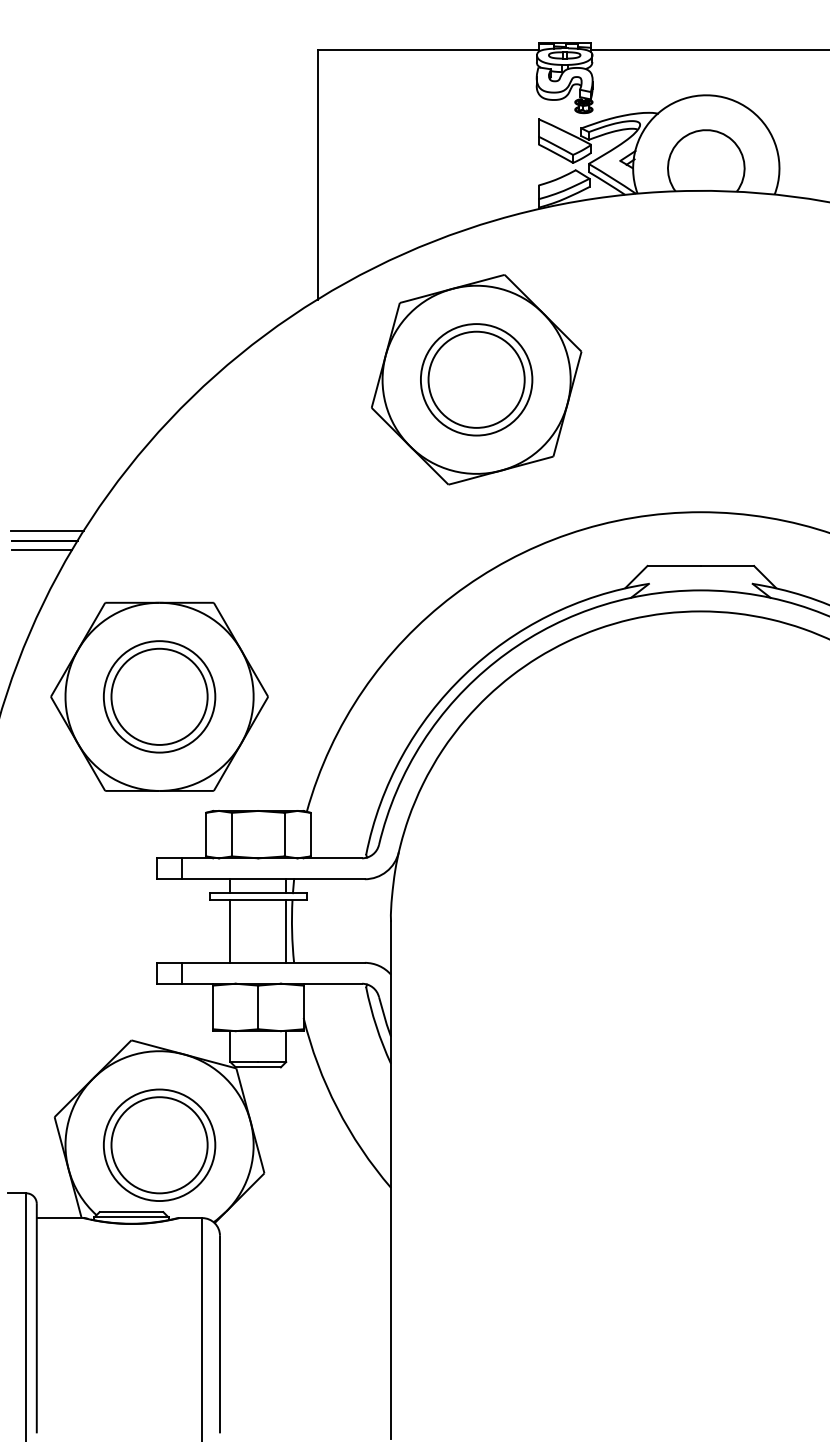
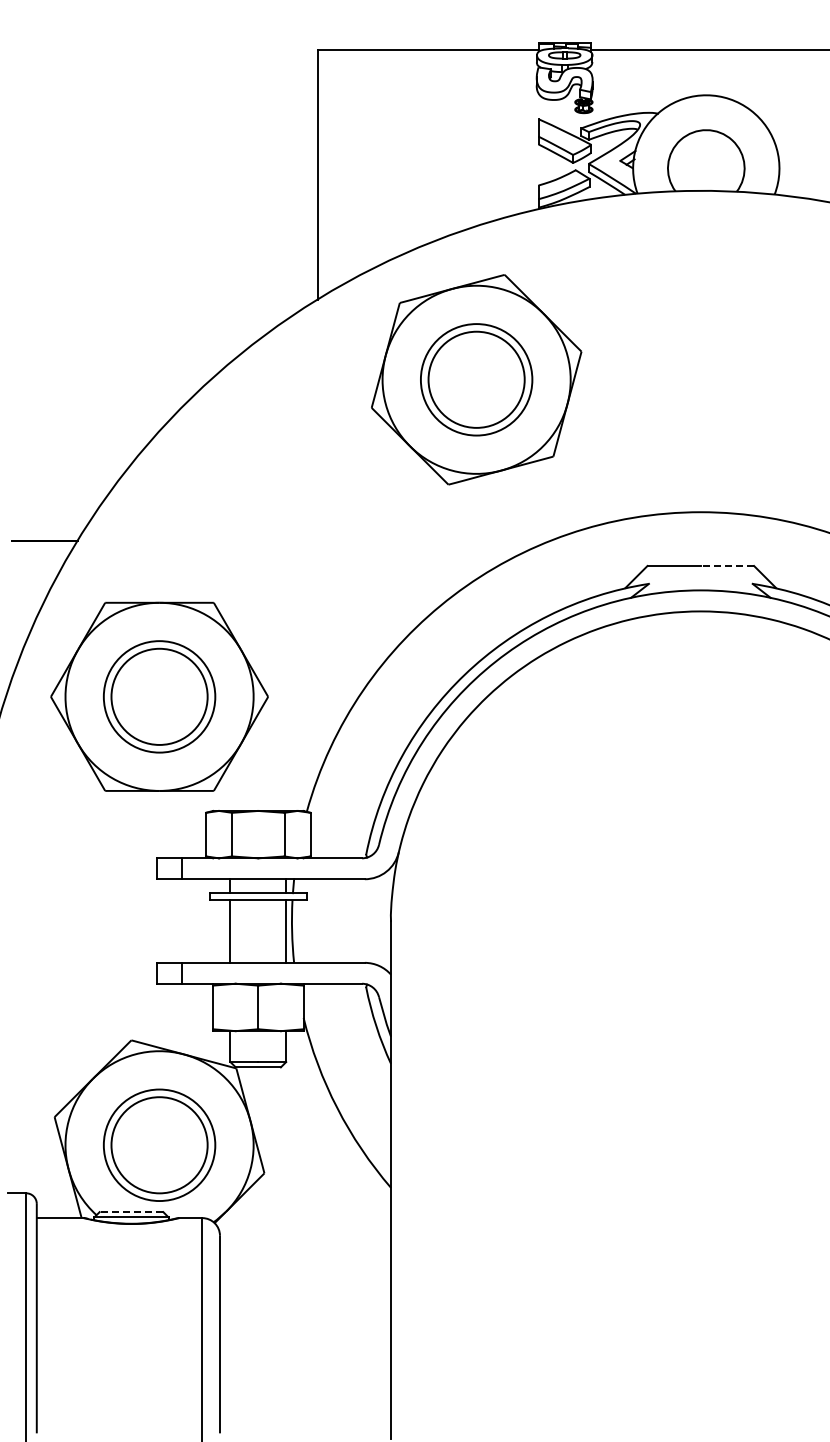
line at (47, 530): present -> none
line at (41, 550): present -> none
line at (727, 566): solid -> dashed
line at (131, 1212): solid -> dashed
